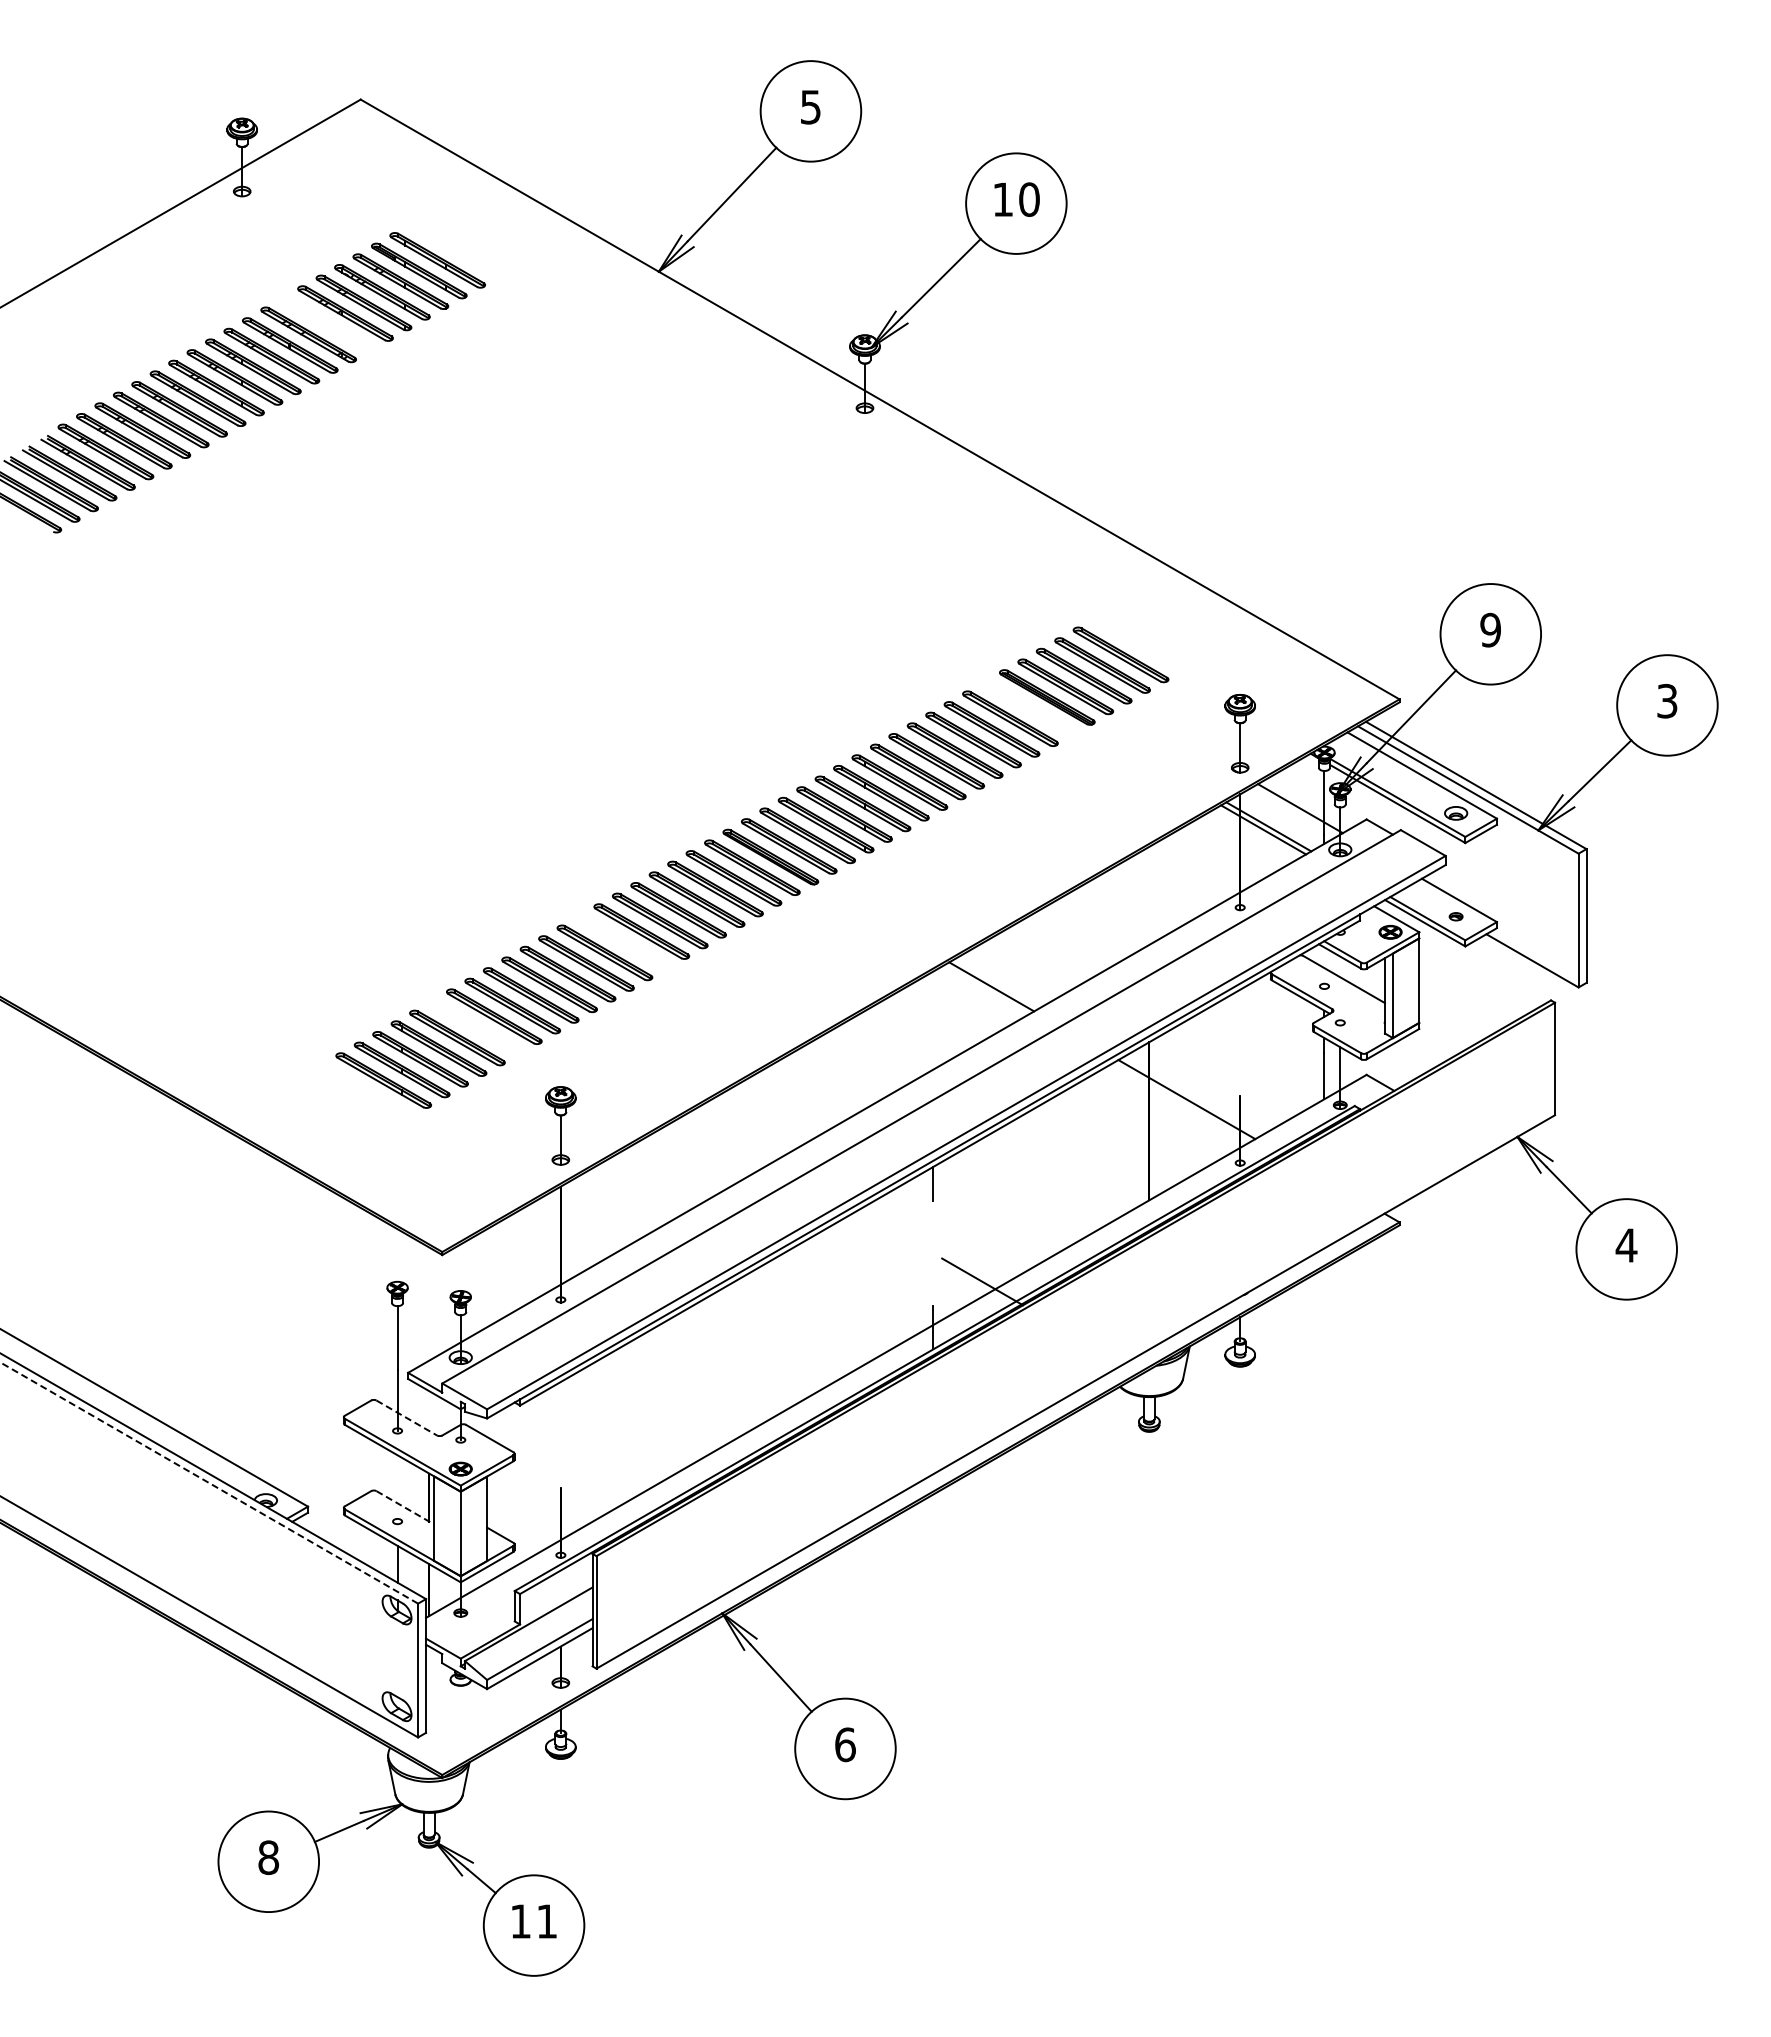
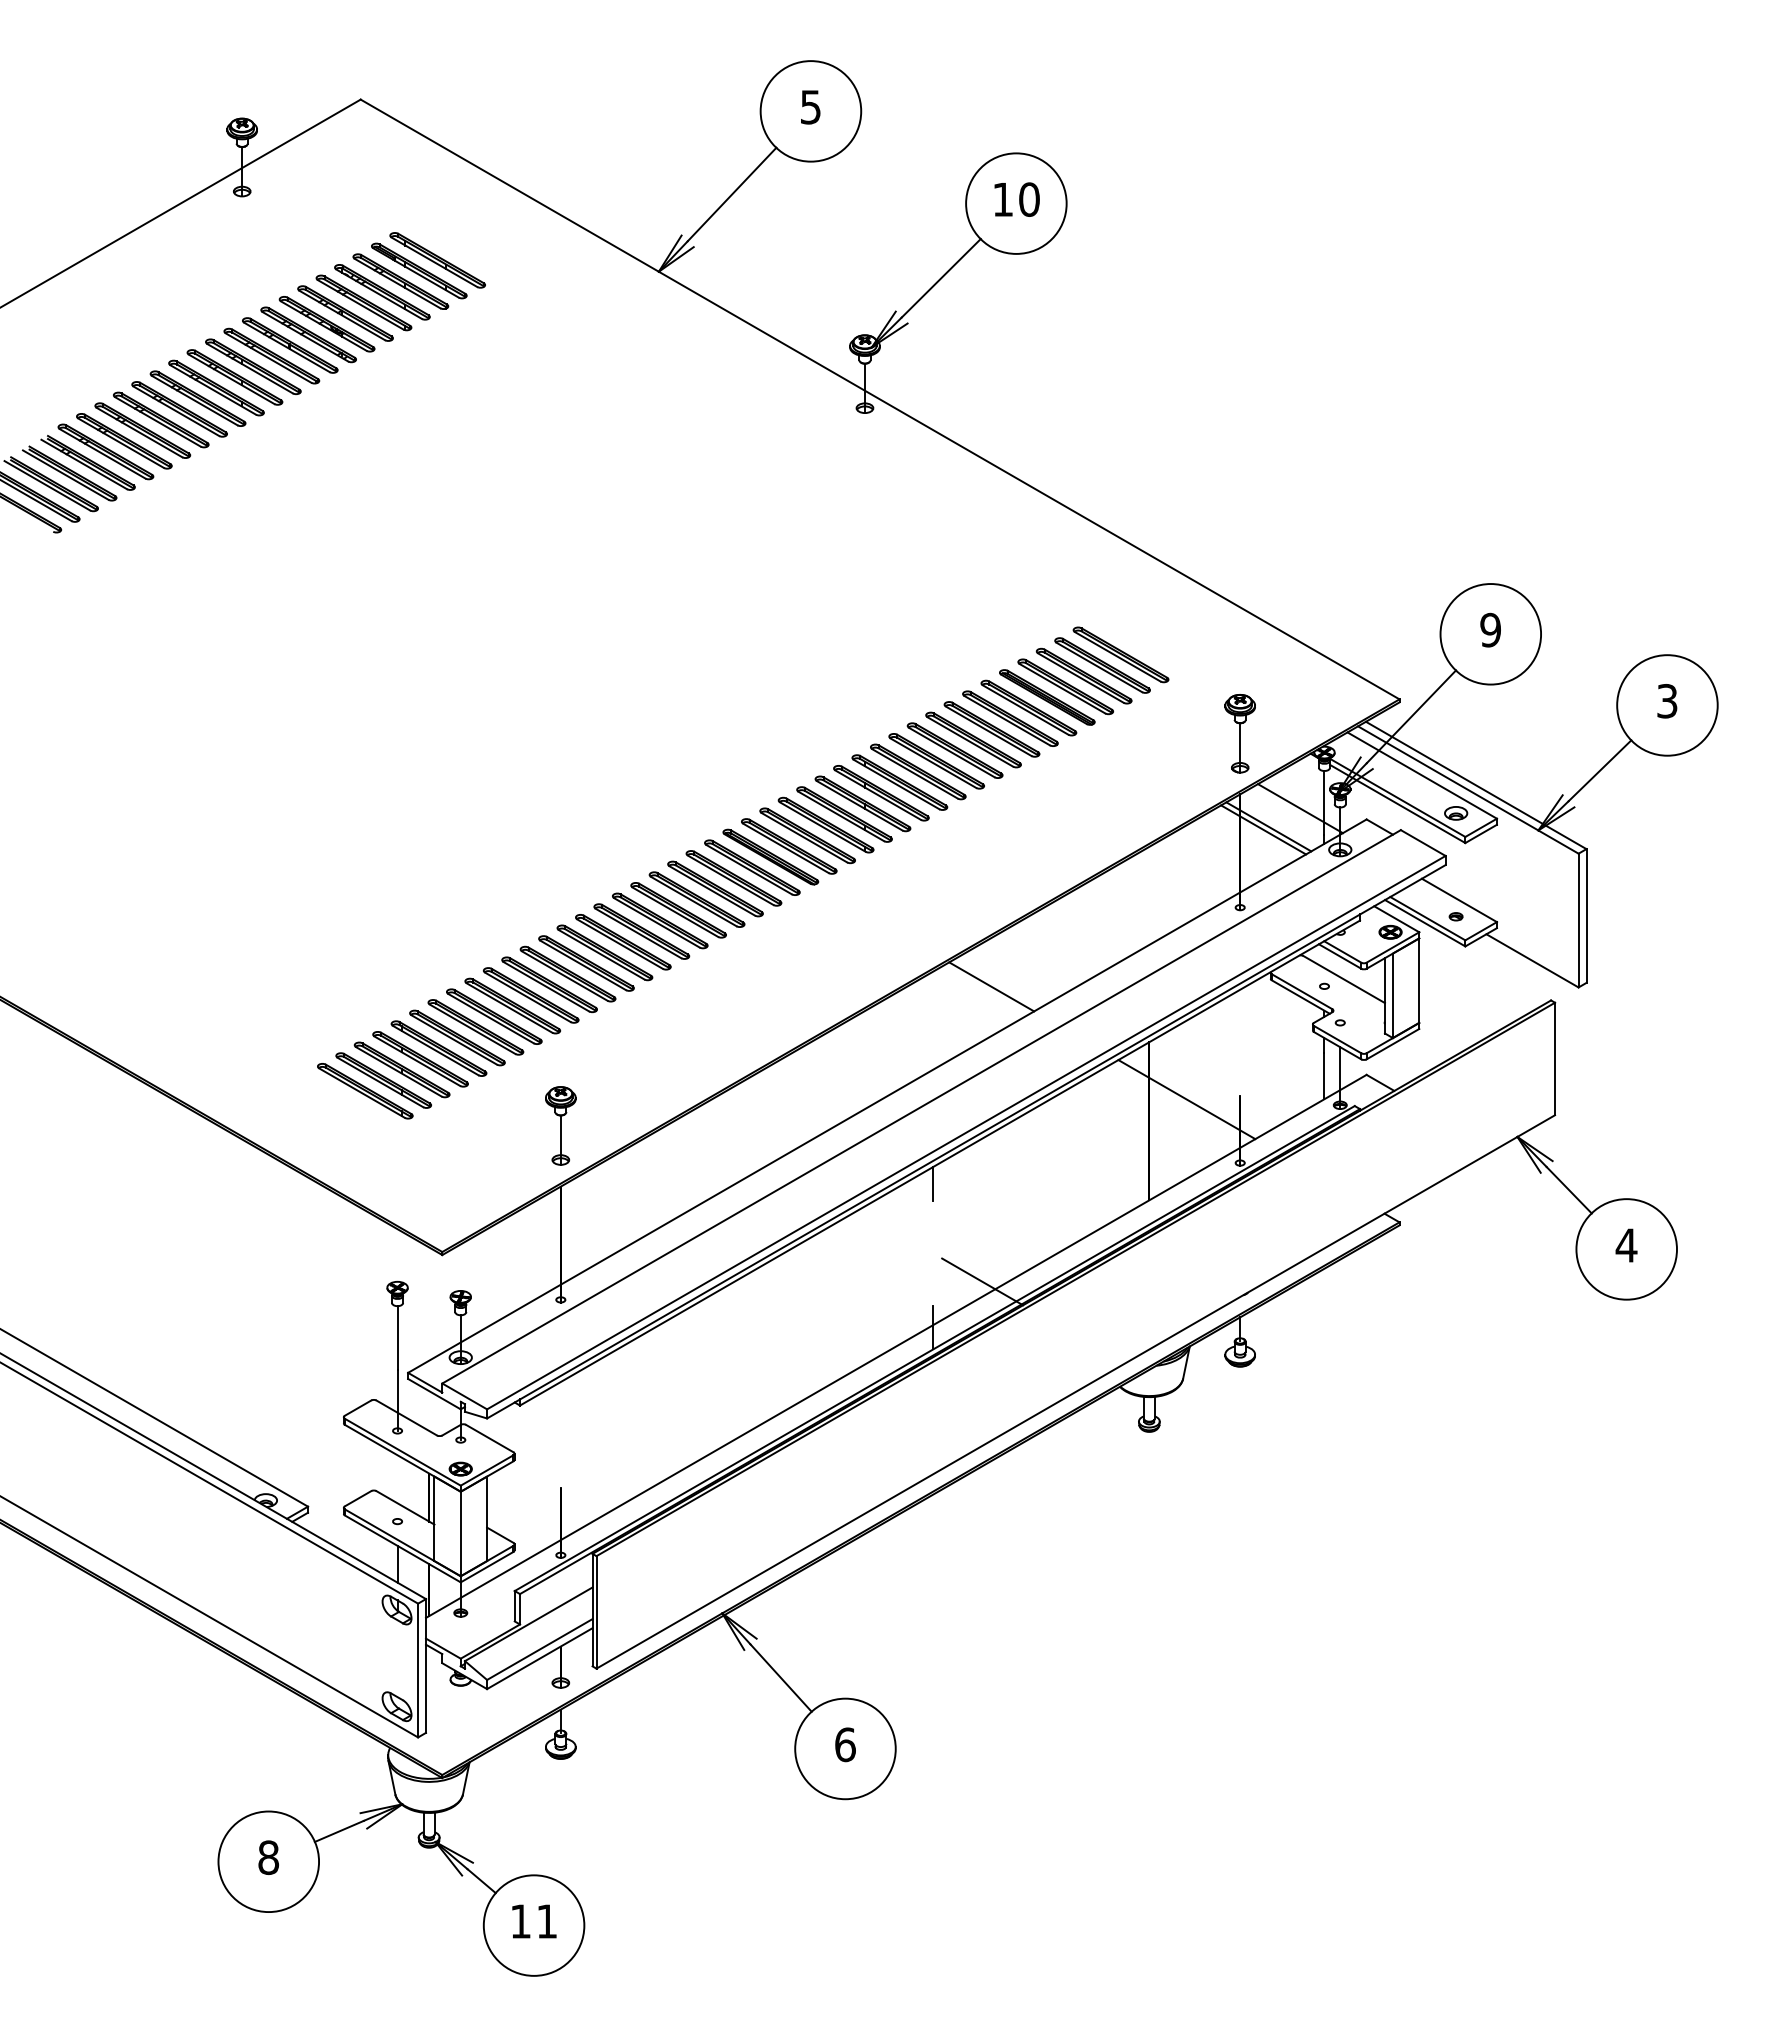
part at (326, 324): none -> present
part at (1028, 707): none -> present
part at (623, 942): none -> present
part at (475, 1027): none -> present
part at (365, 1091): none -> present
line at (406, 1418): dashed -> solid
line at (209, 1483): dashed -> solid
line at (405, 1508): dashed -> solid
